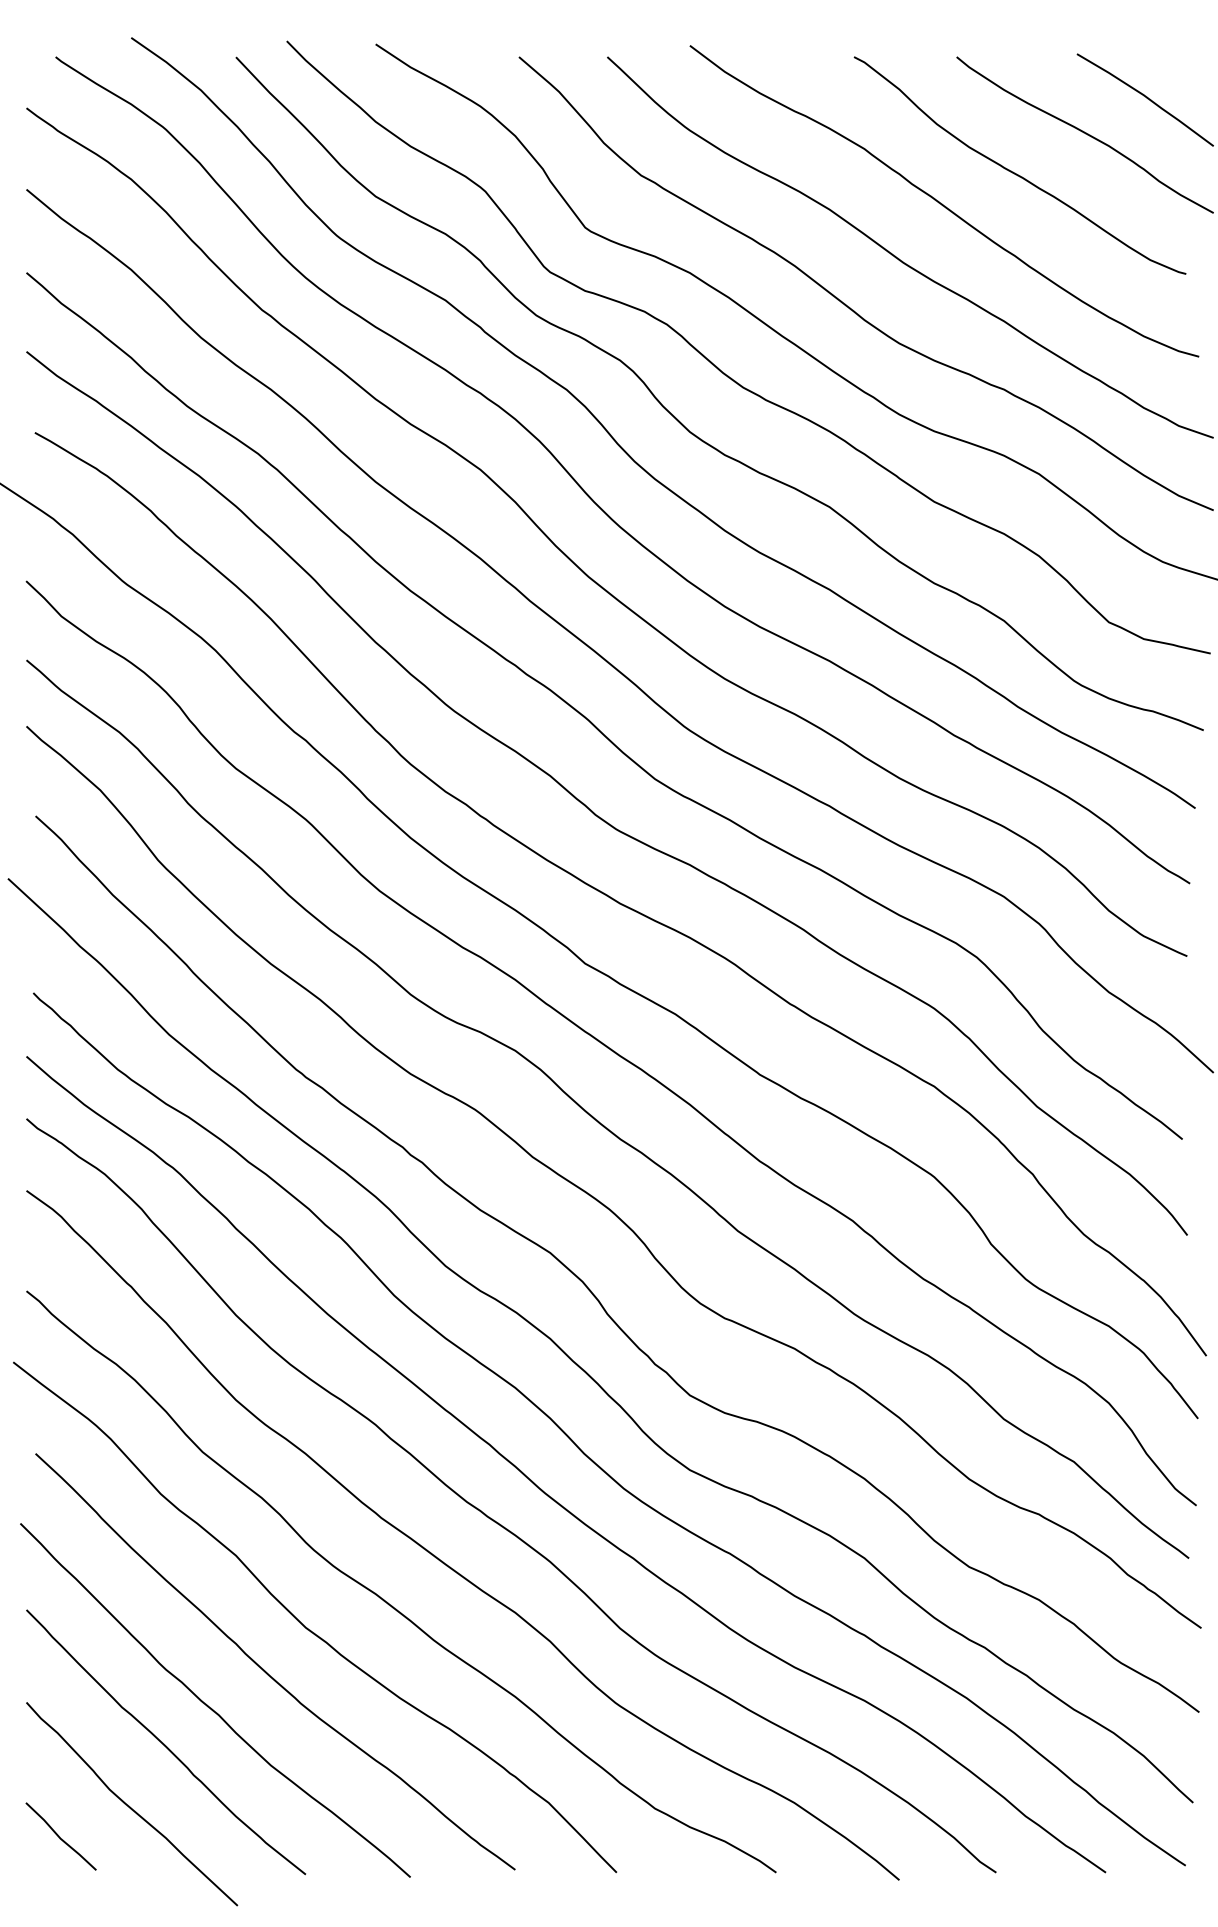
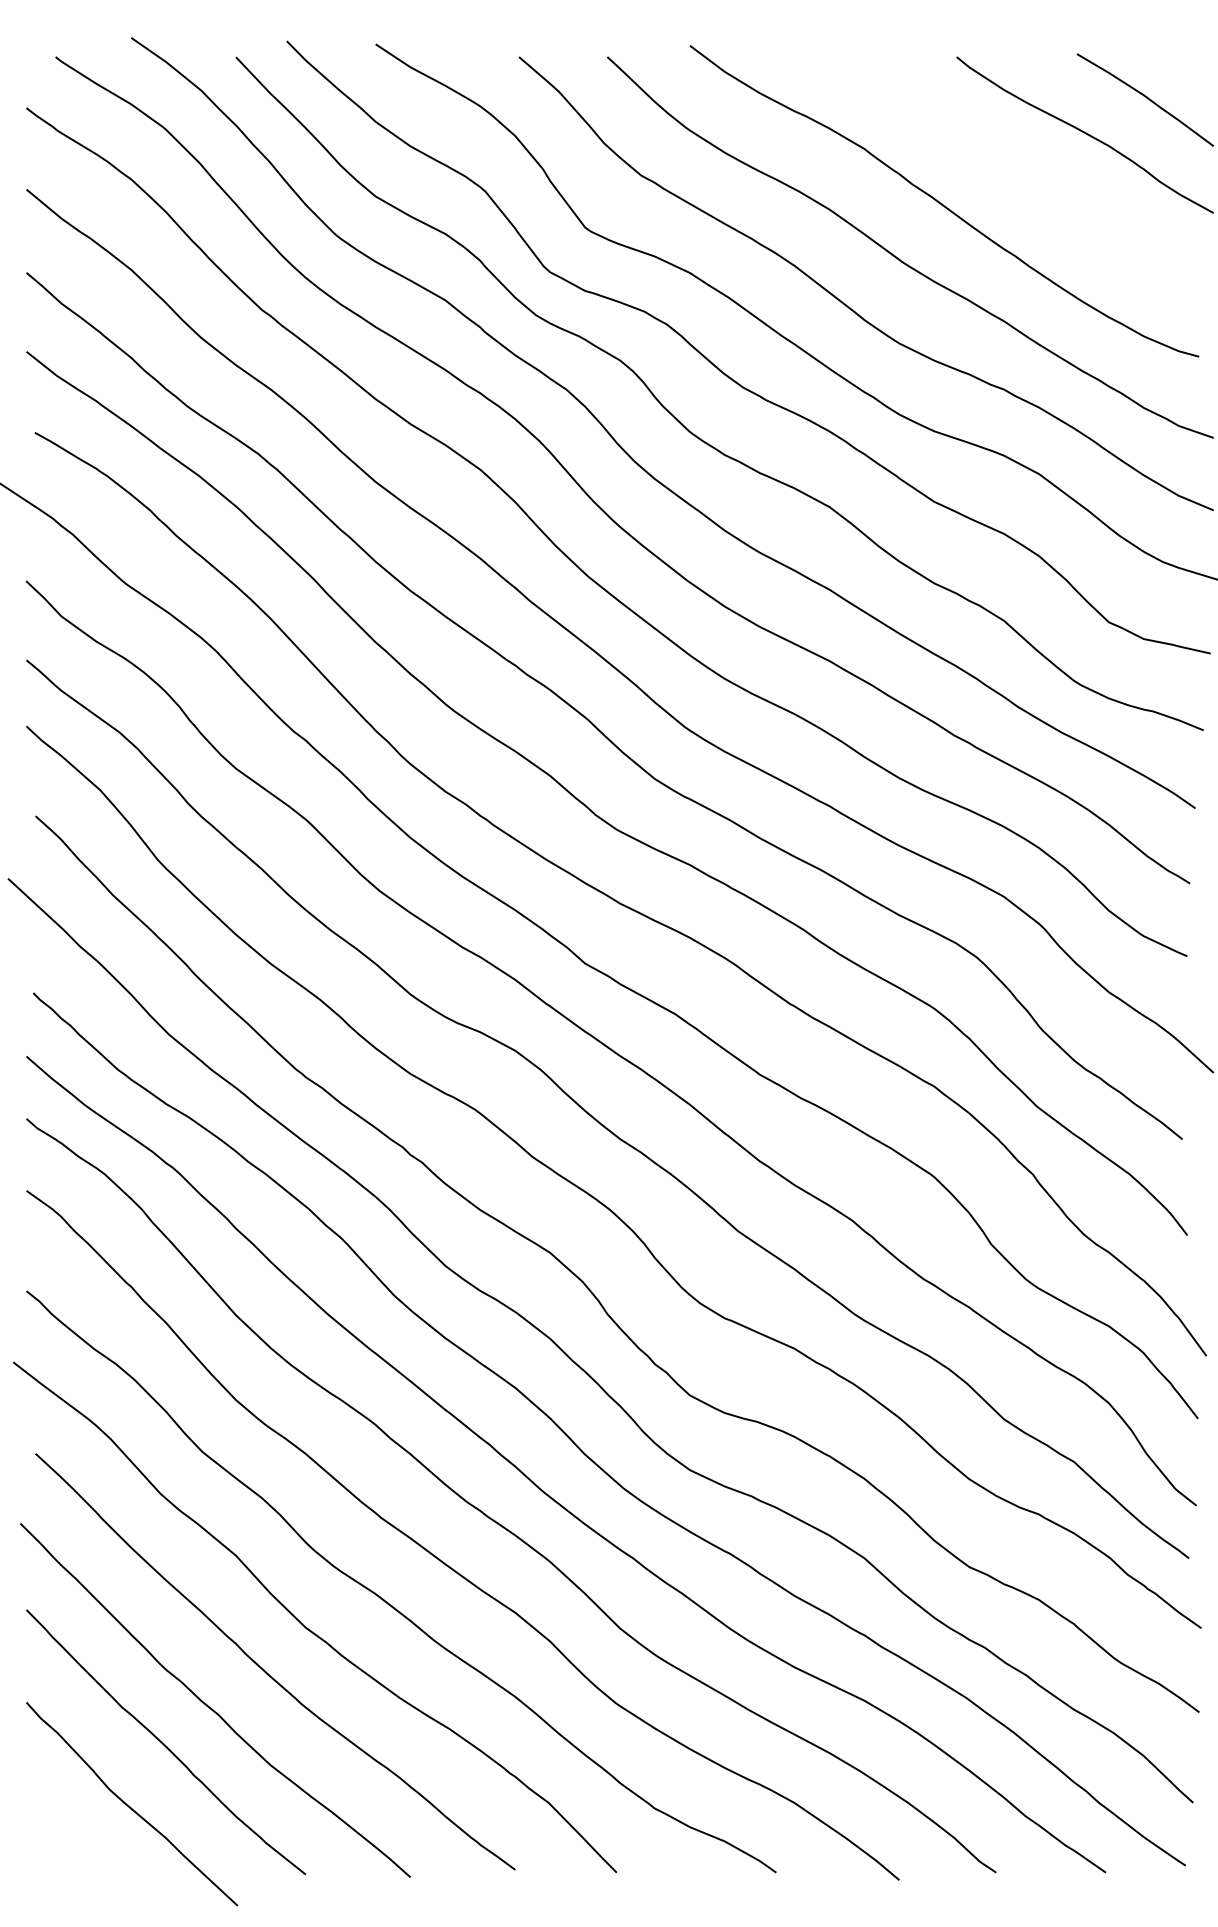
curve at (1013, 171): present -> none
line at (59, 1836): present -> none
